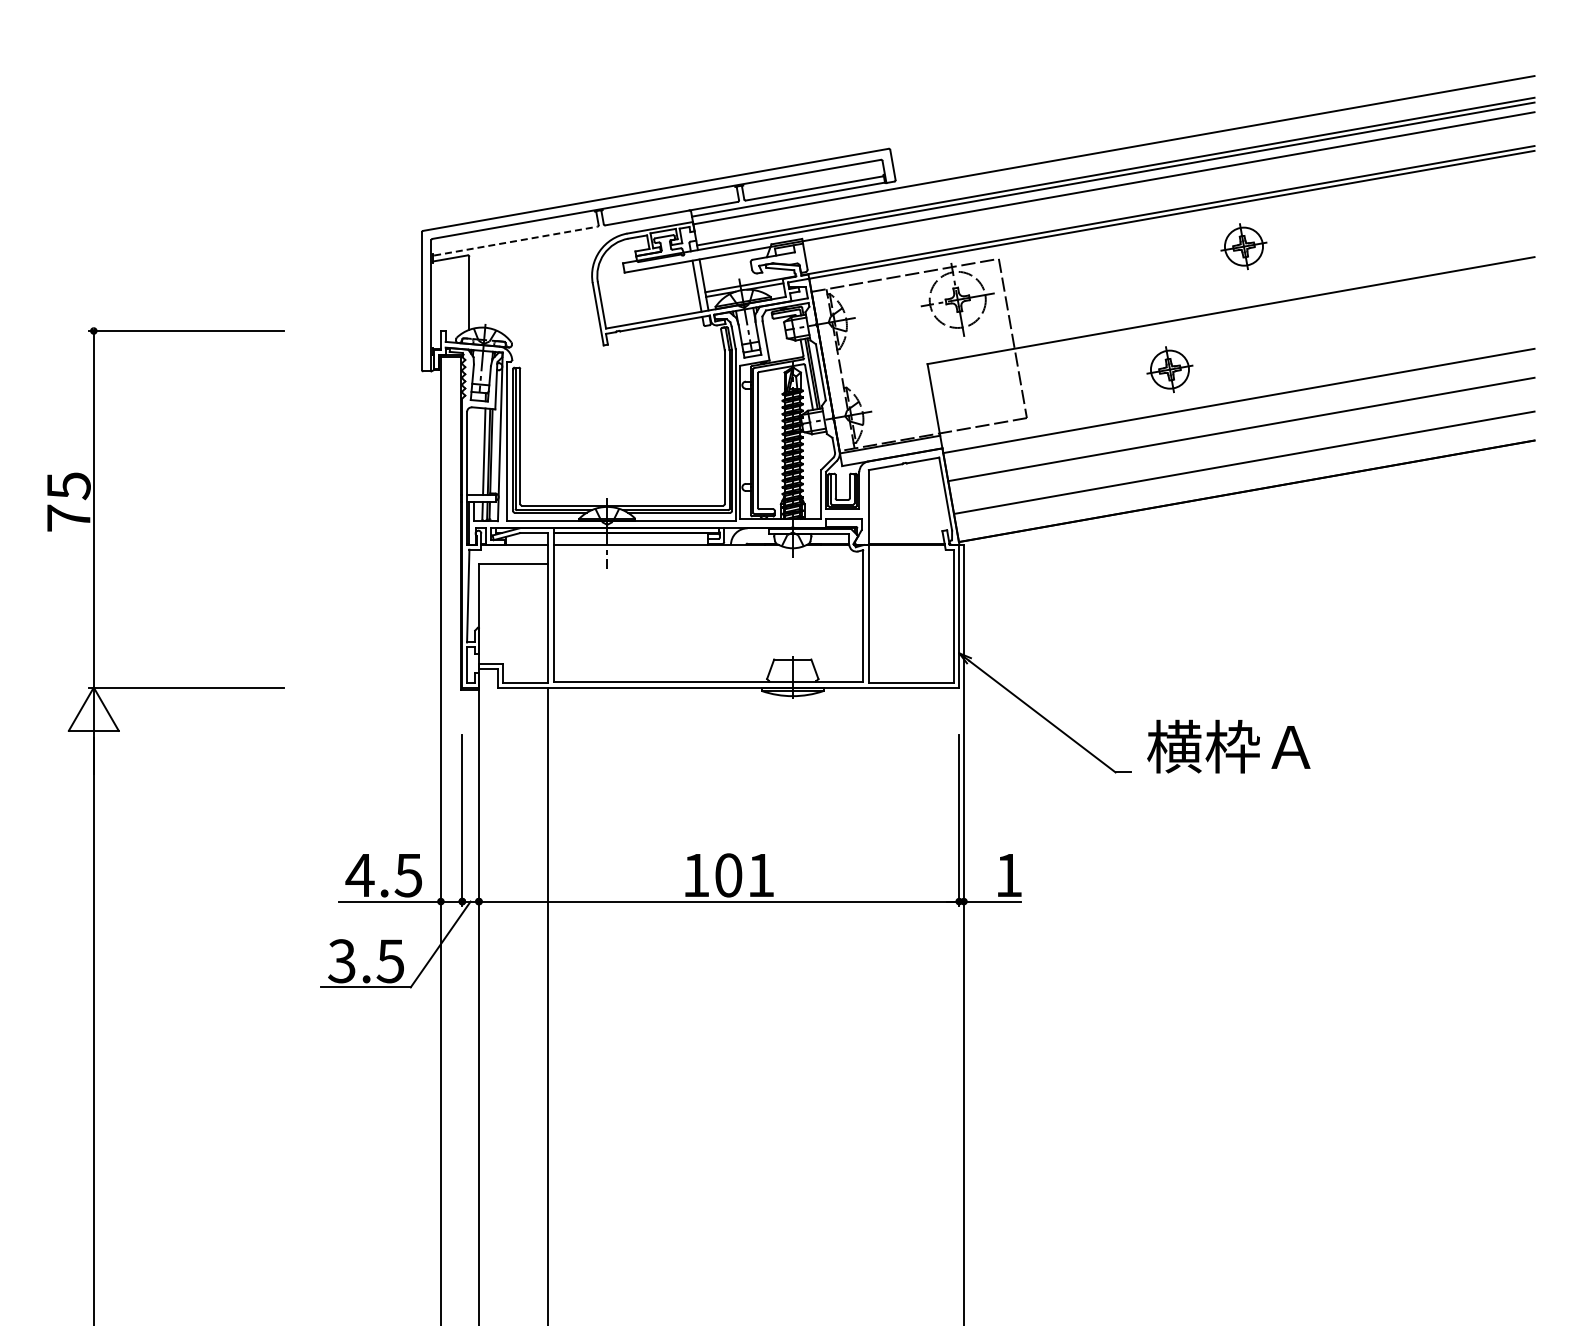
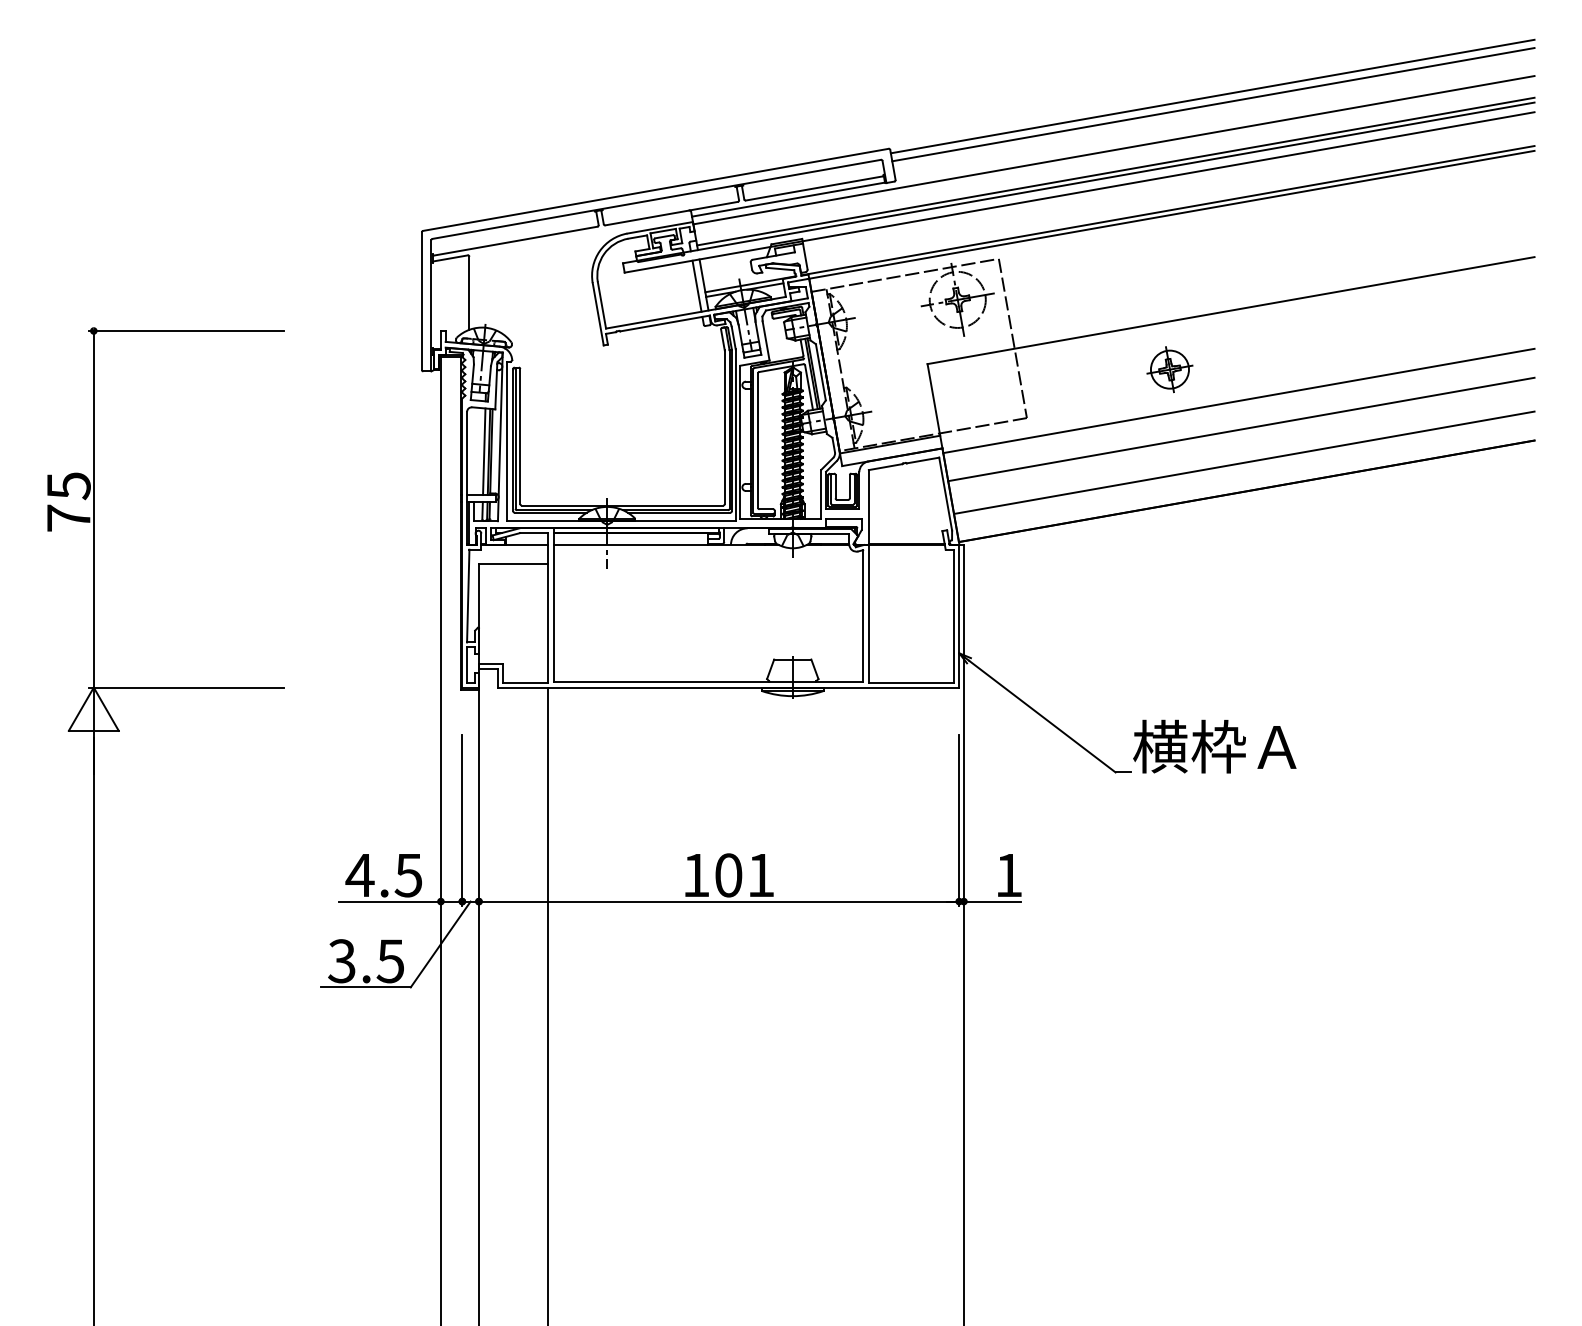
line at (1212, 96): none -> present
line at (1213, 104): none -> present
line at (515, 241): dashed -> solid
part at (1243, 246): present -> none
text at (1228, 746) position: (1228, 746) -> (1214, 746)
